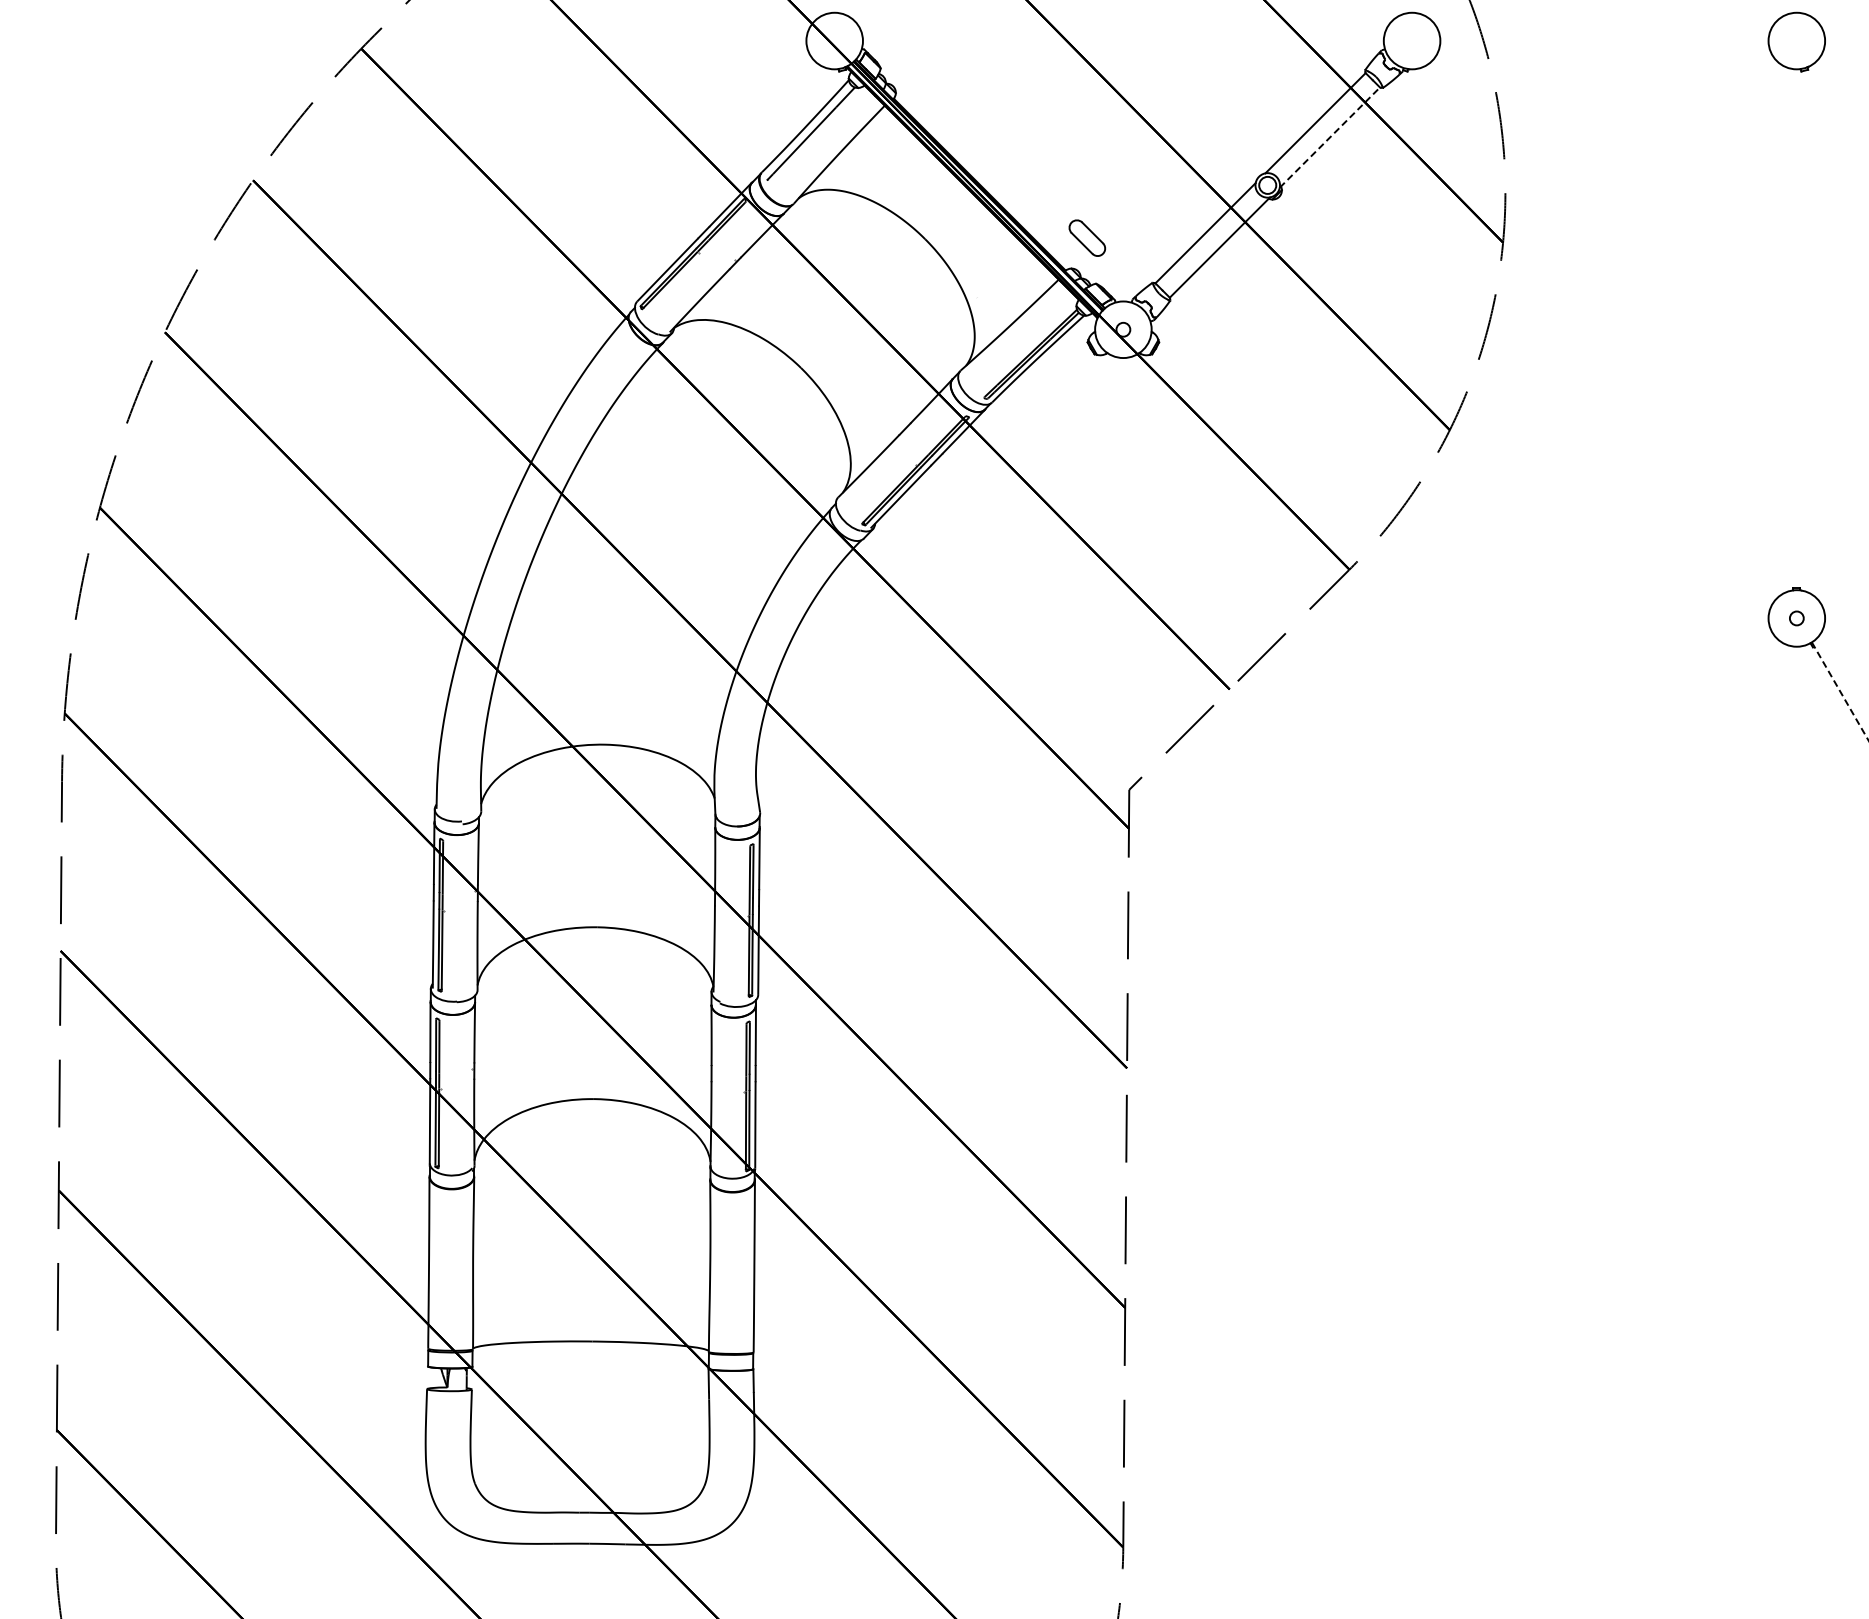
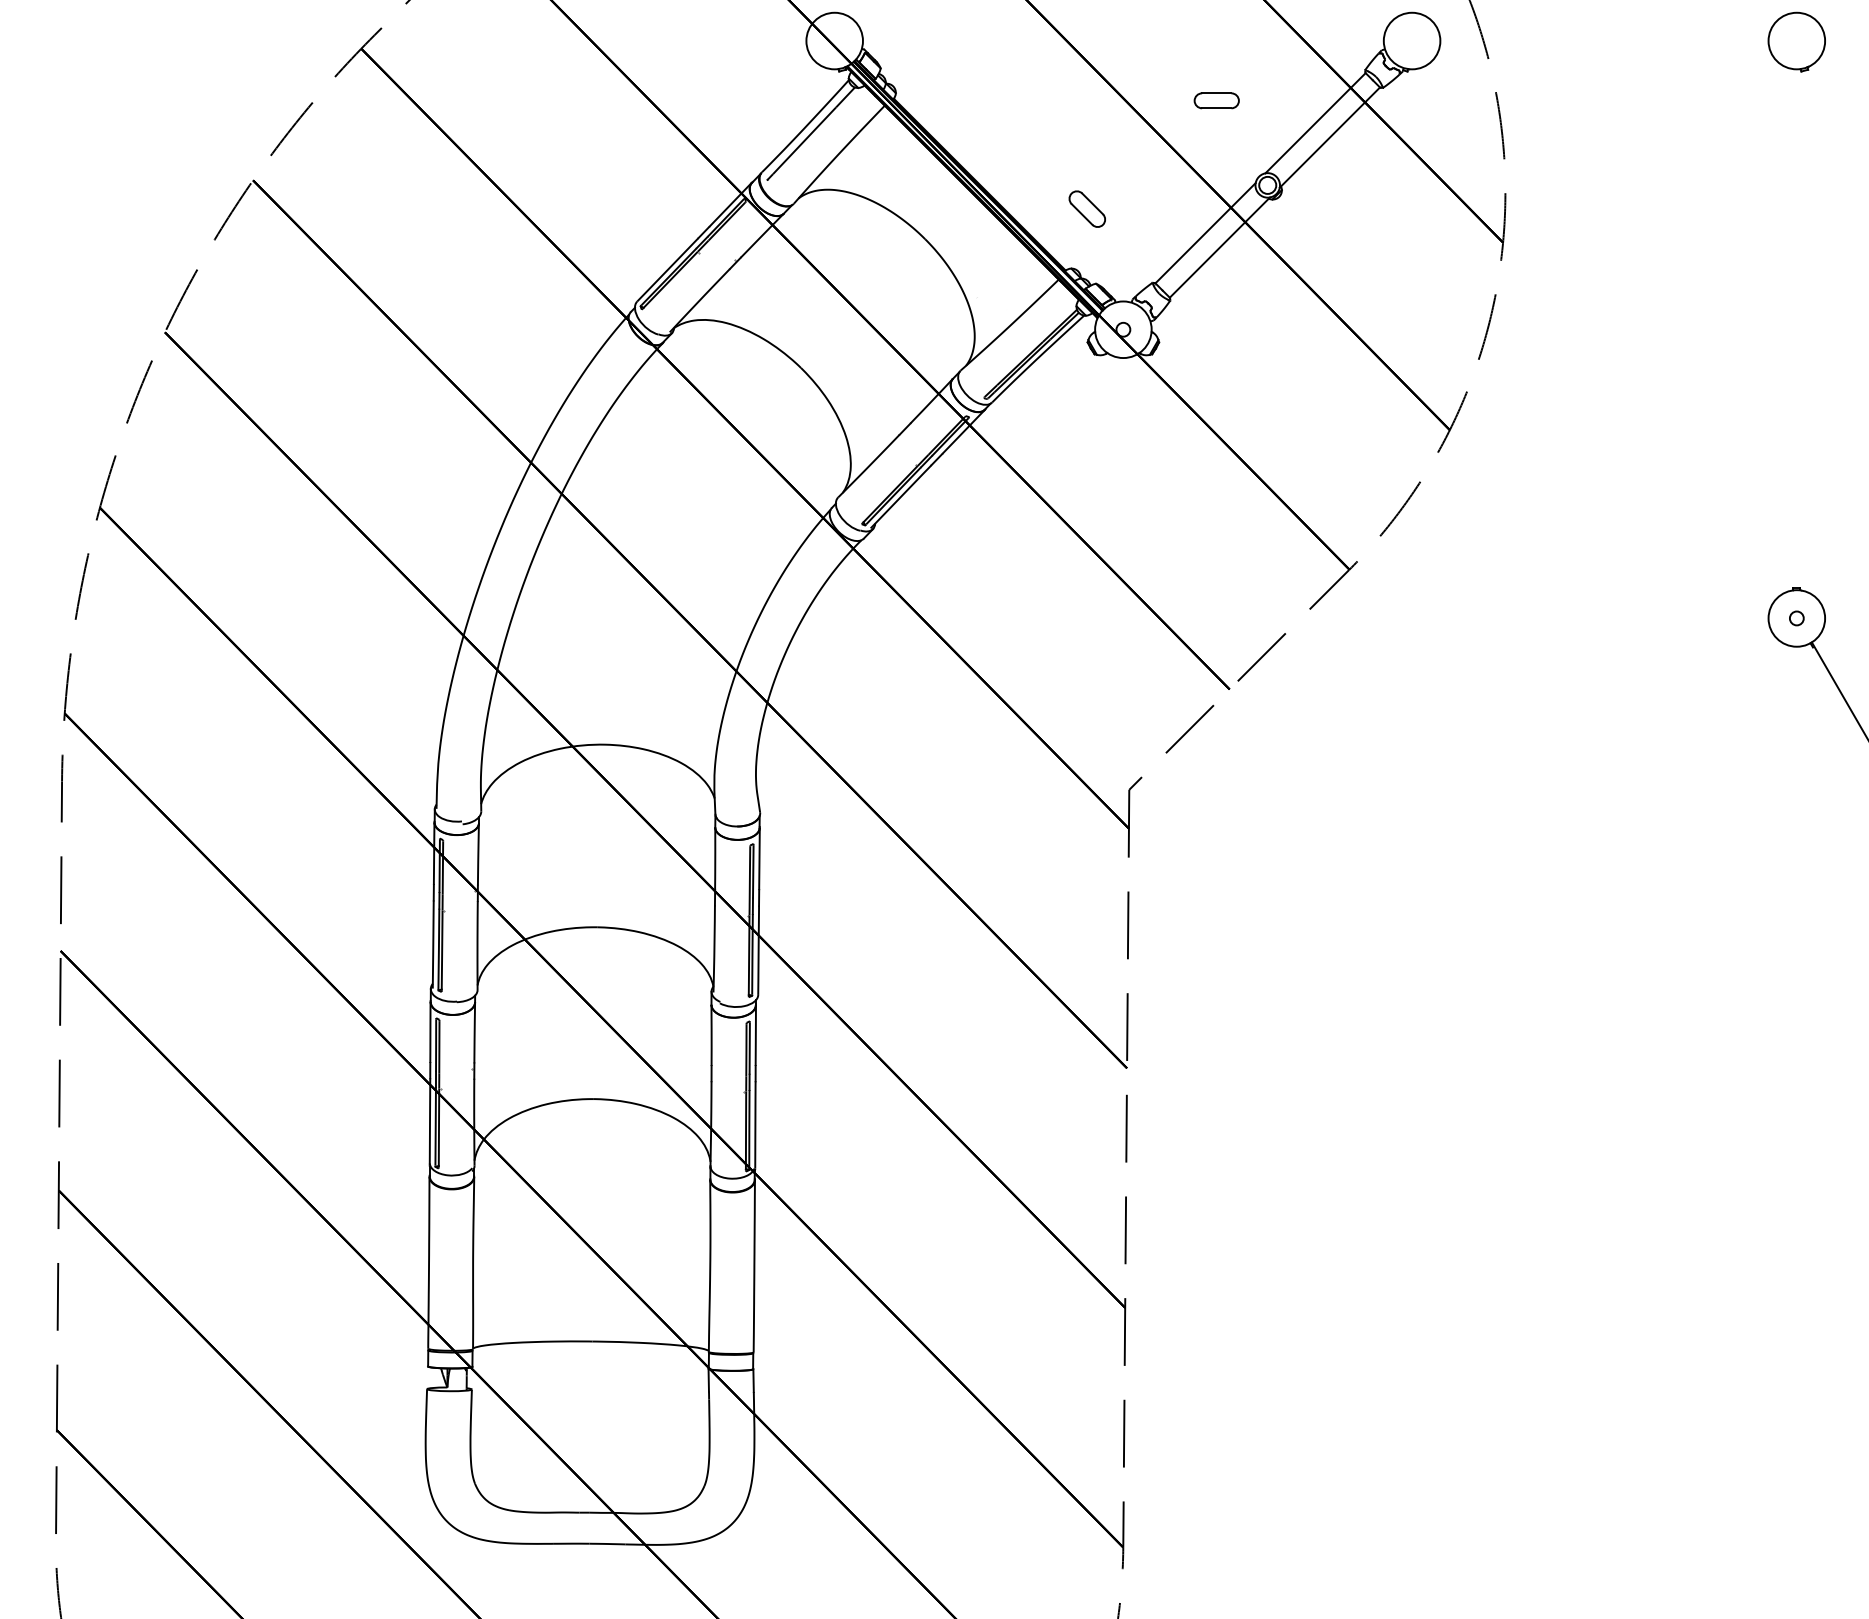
part at (1216, 100): none -> present
line at (1329, 137): dashed -> solid
part at (1086, 237) position: (1086, 237) -> (1086, 208)
line at (1840, 691): dashed -> solid
